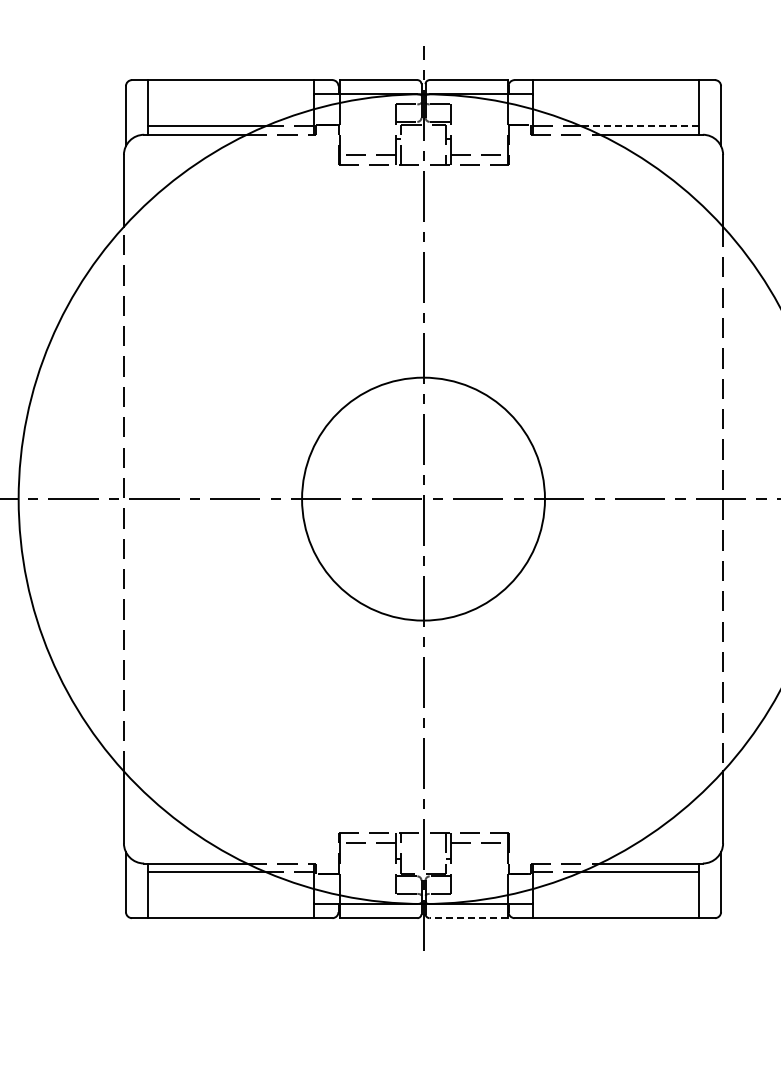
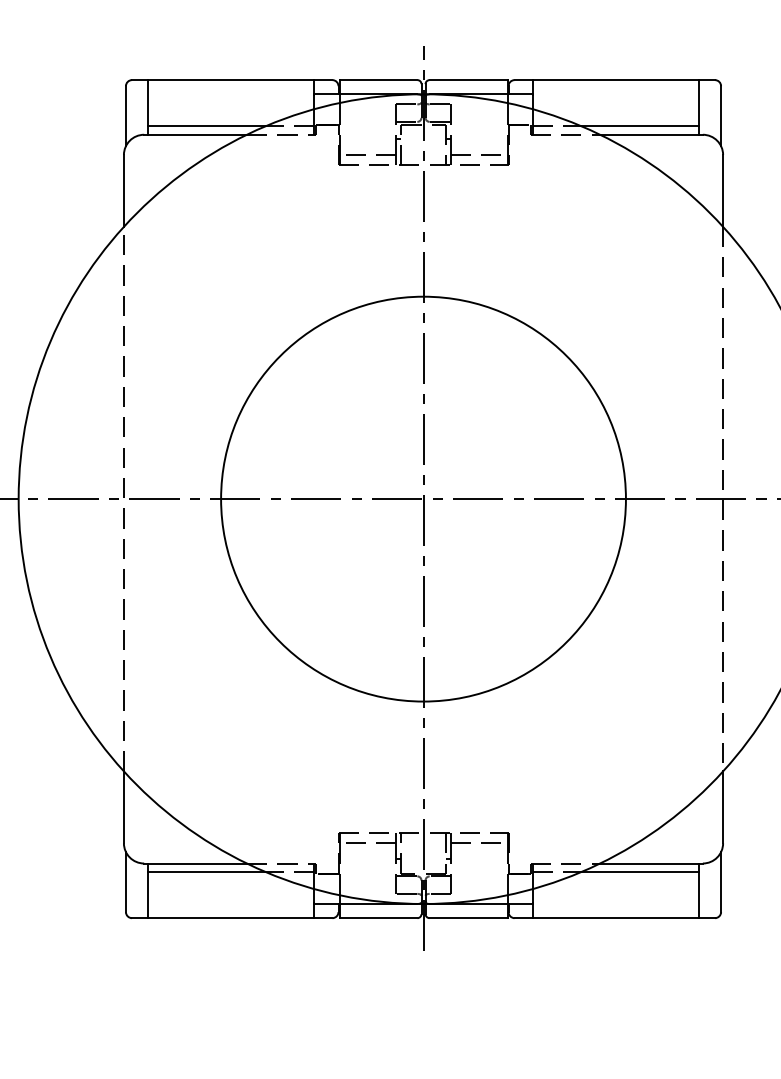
line at (640, 126): dashed -> solid
circle at (423, 498) diameter: 243 px -> 405 px
line at (468, 918): dashed -> solid
